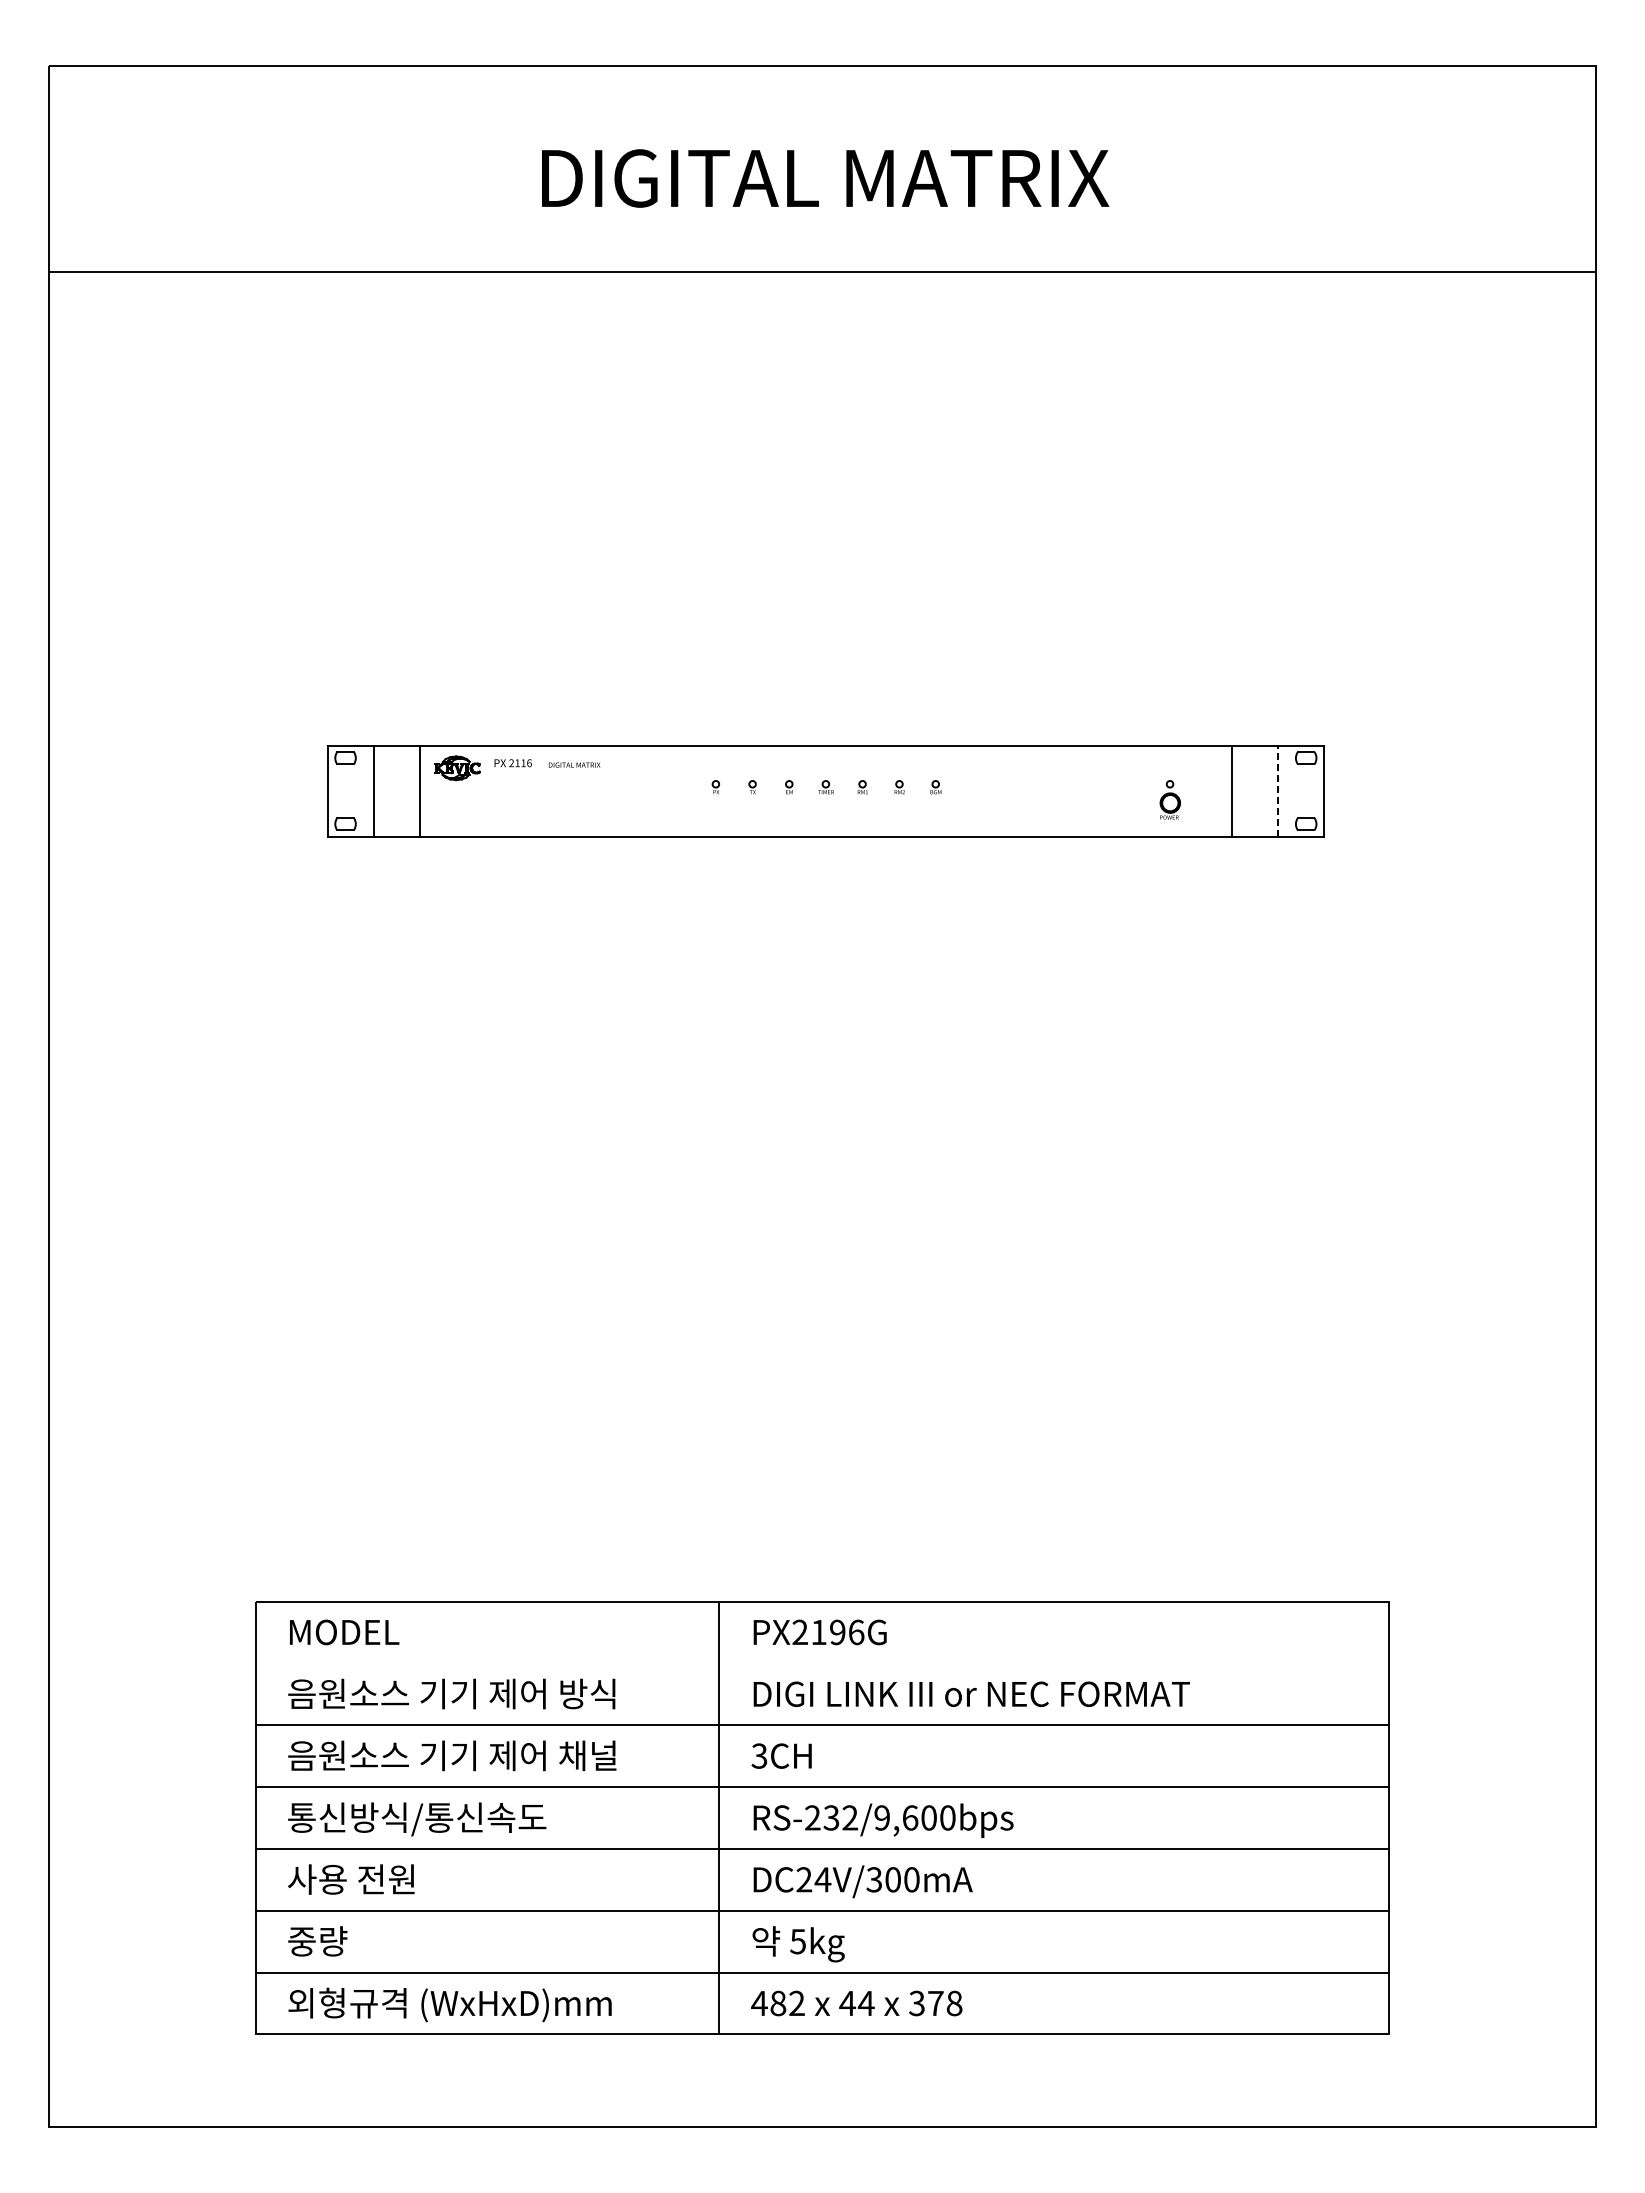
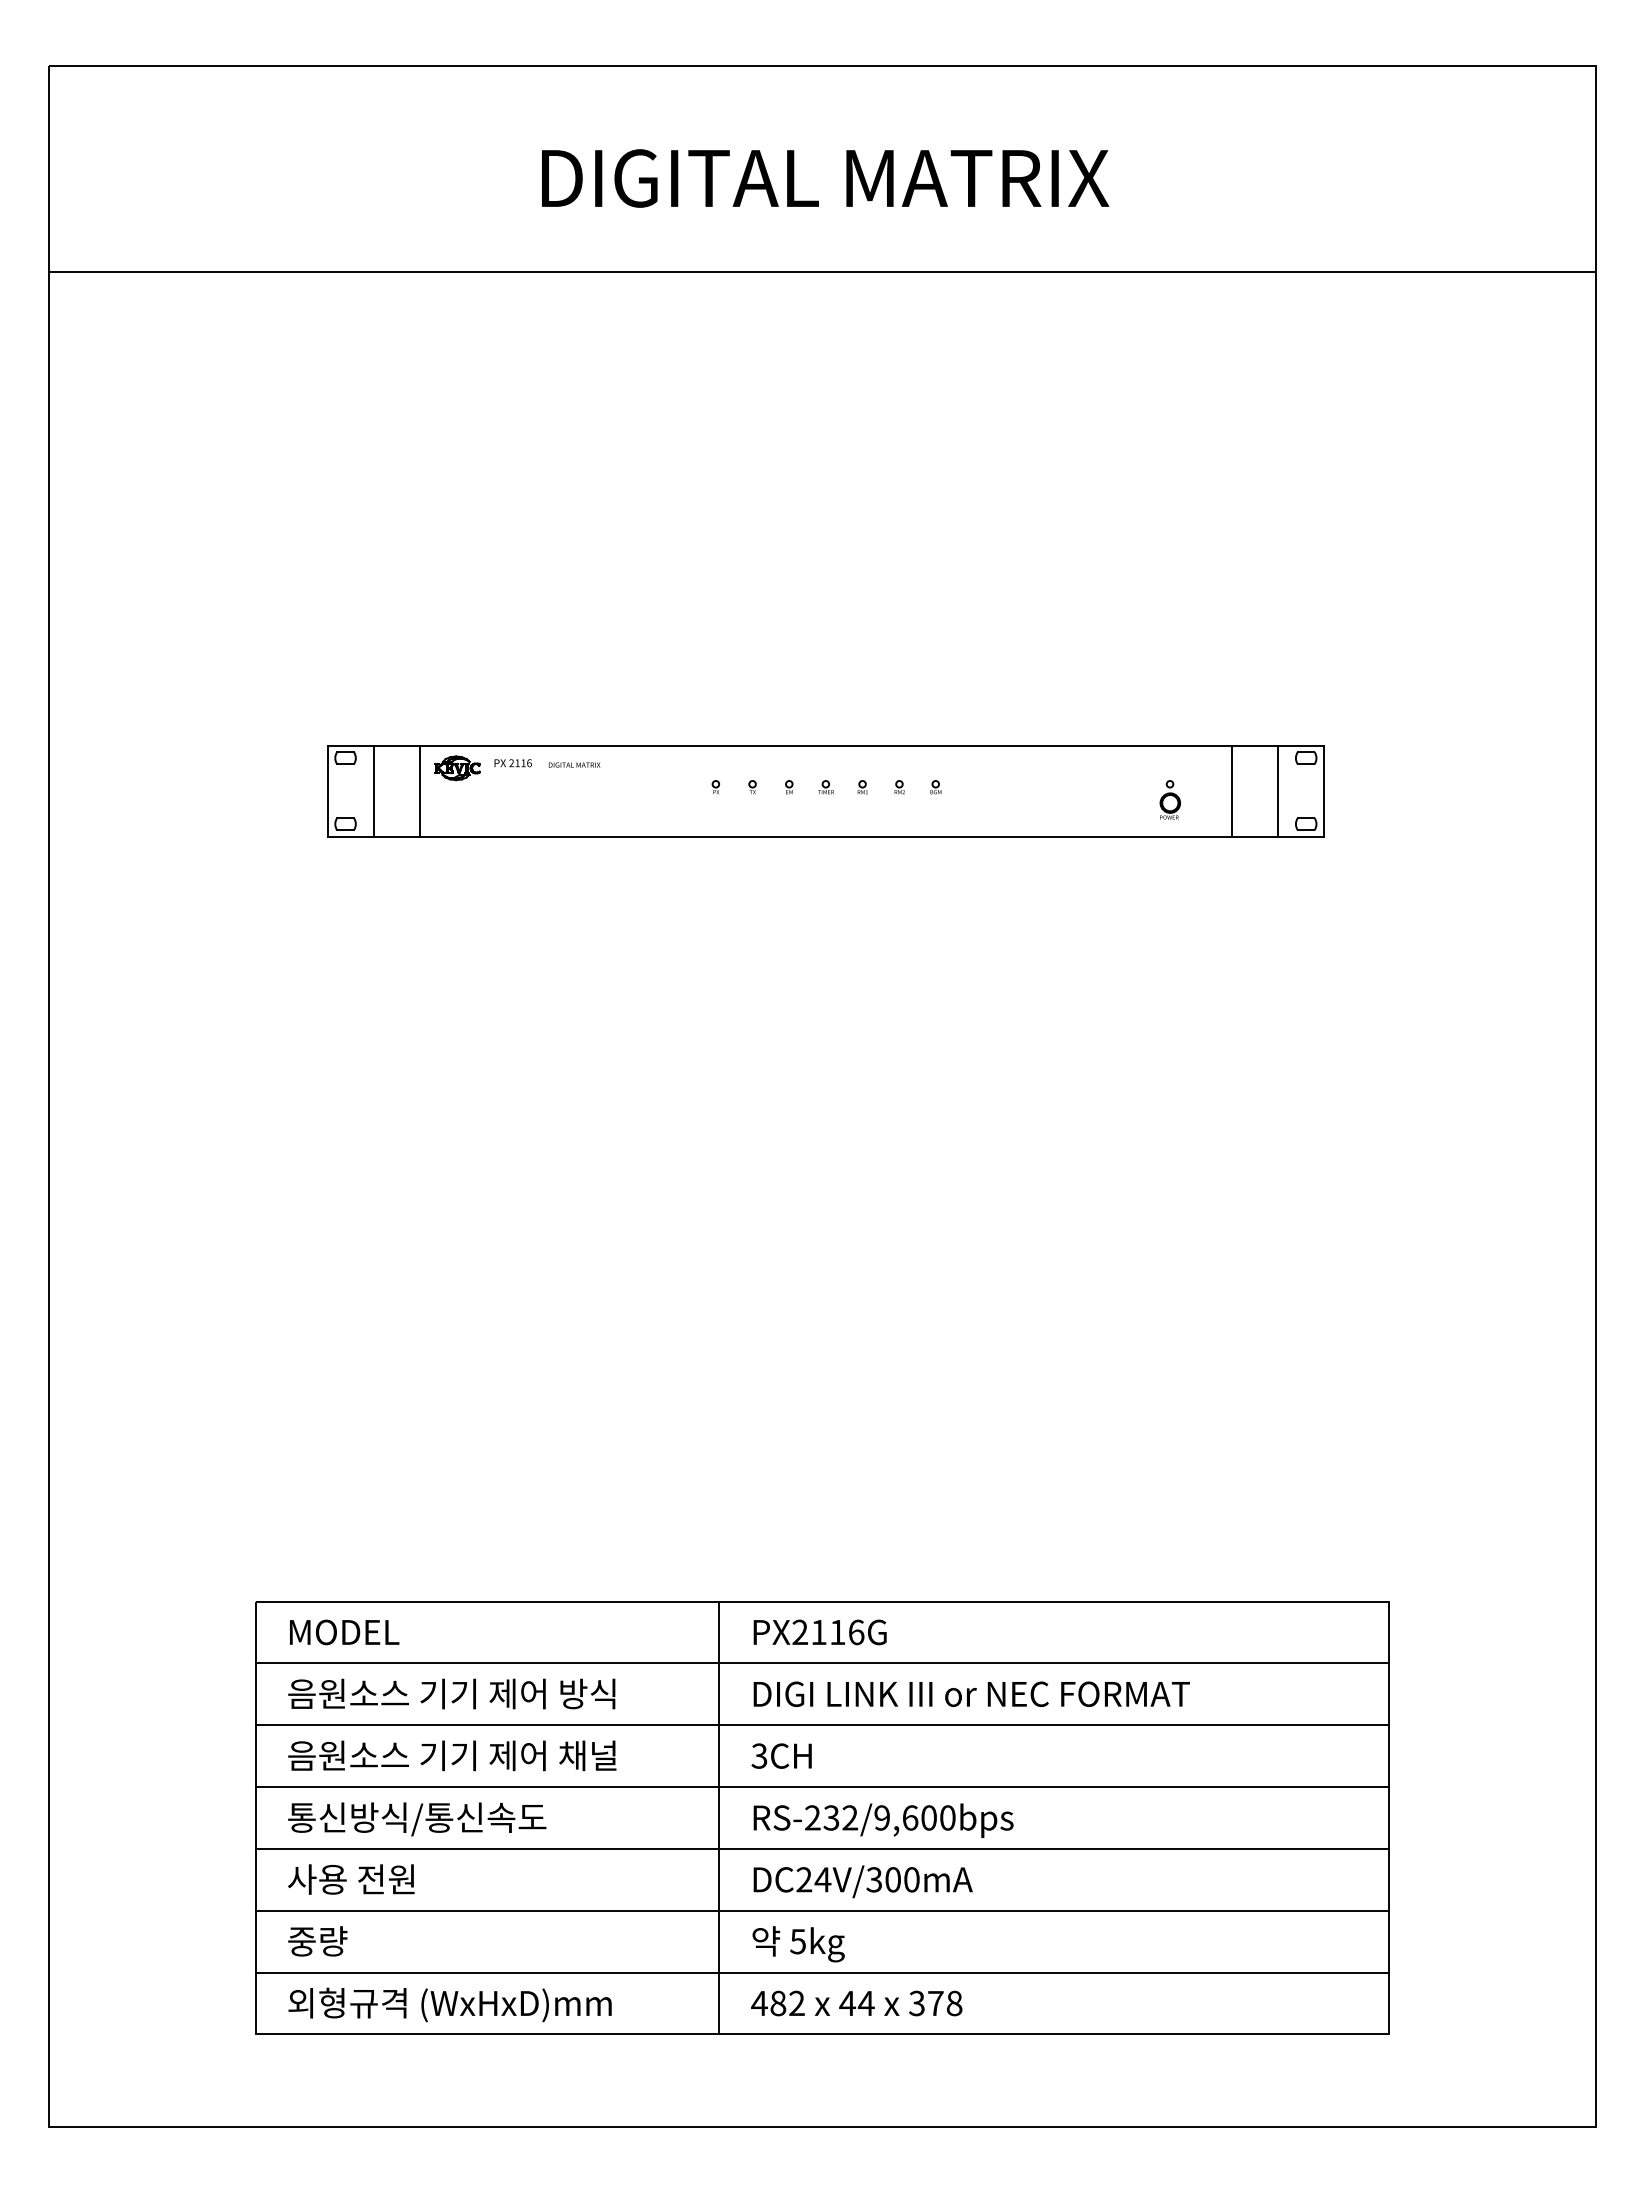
line at (1278, 790): dashed -> solid
text at (837, 1632): PX2196G -> PX2116G
line at (822, 1663): none -> present
